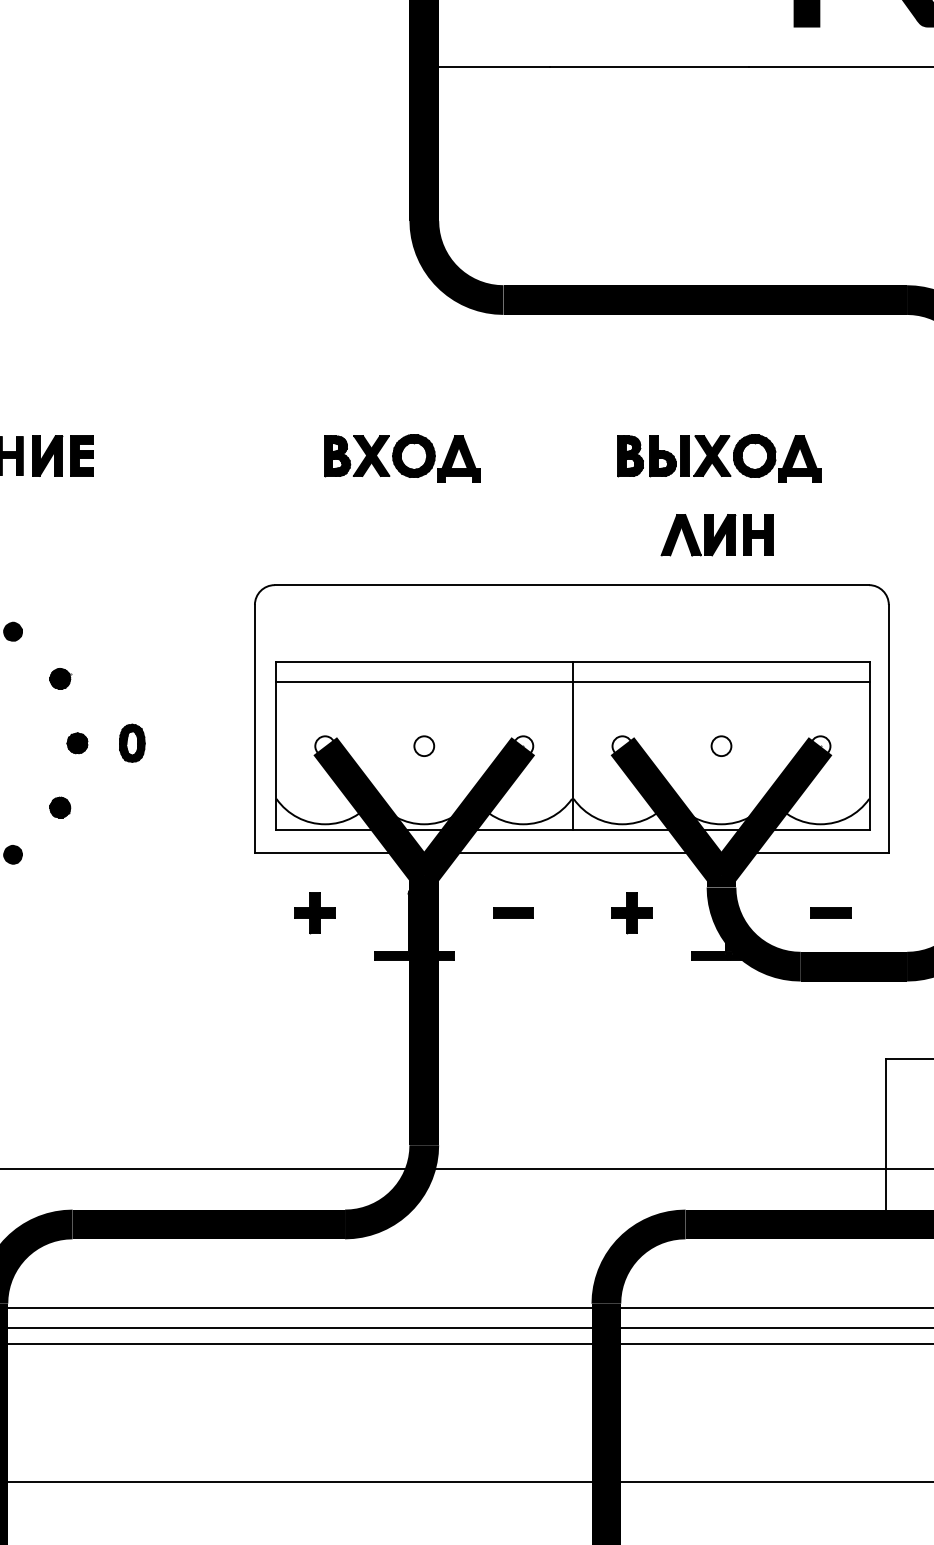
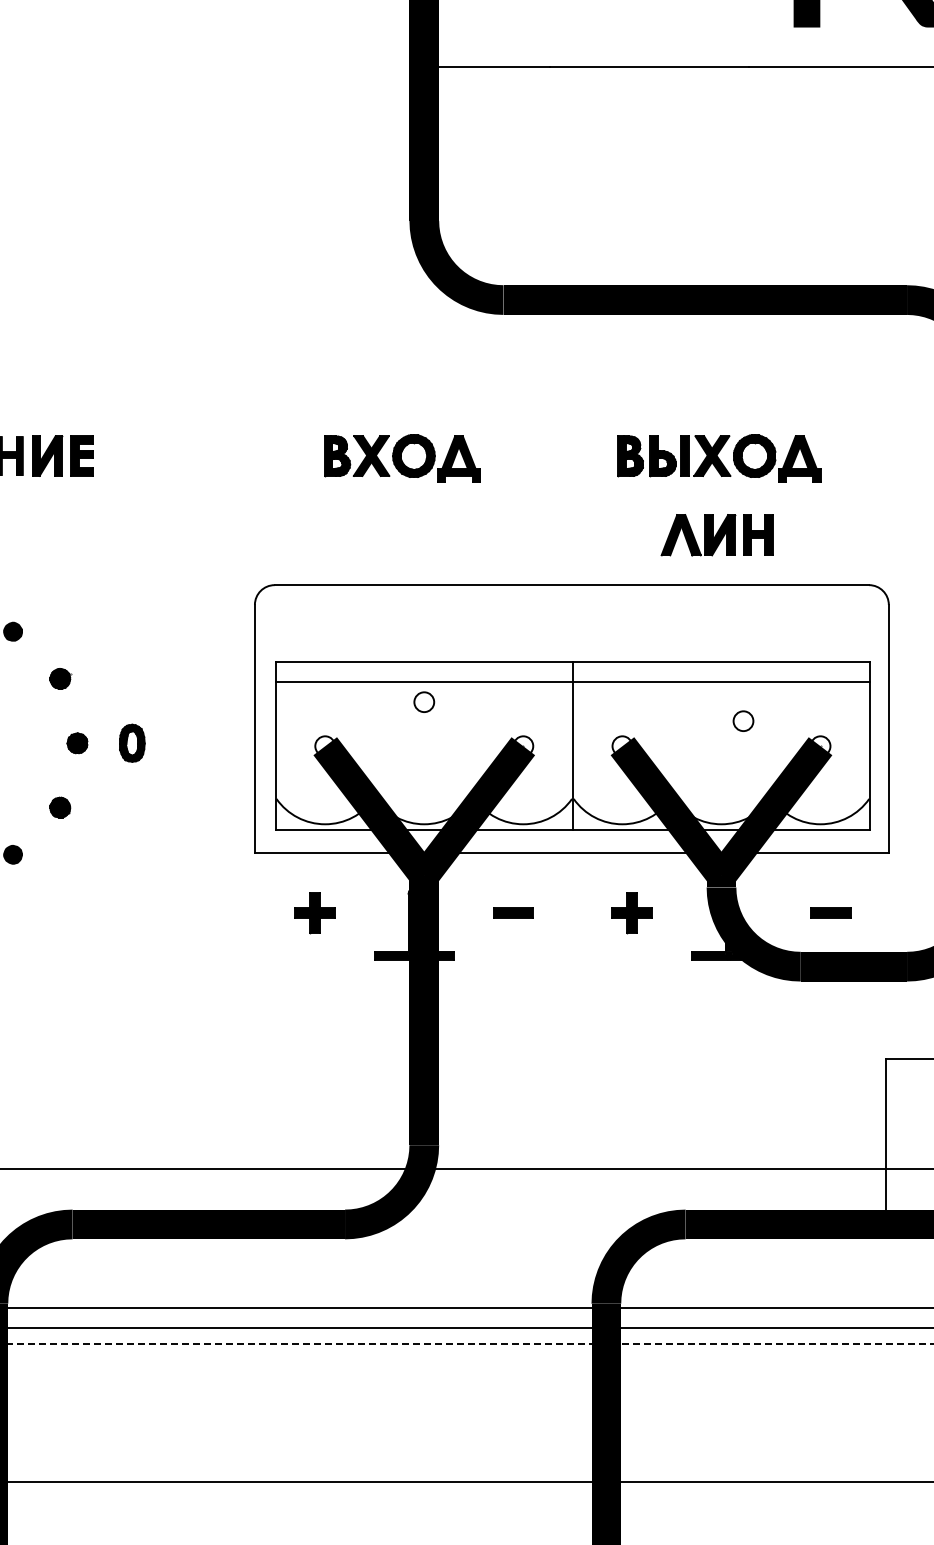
circle at (424, 745) position: (424, 745) -> (424, 701)
circle at (721, 745) position: (721, 745) -> (743, 720)
line at (466, 1343): solid -> dashed
